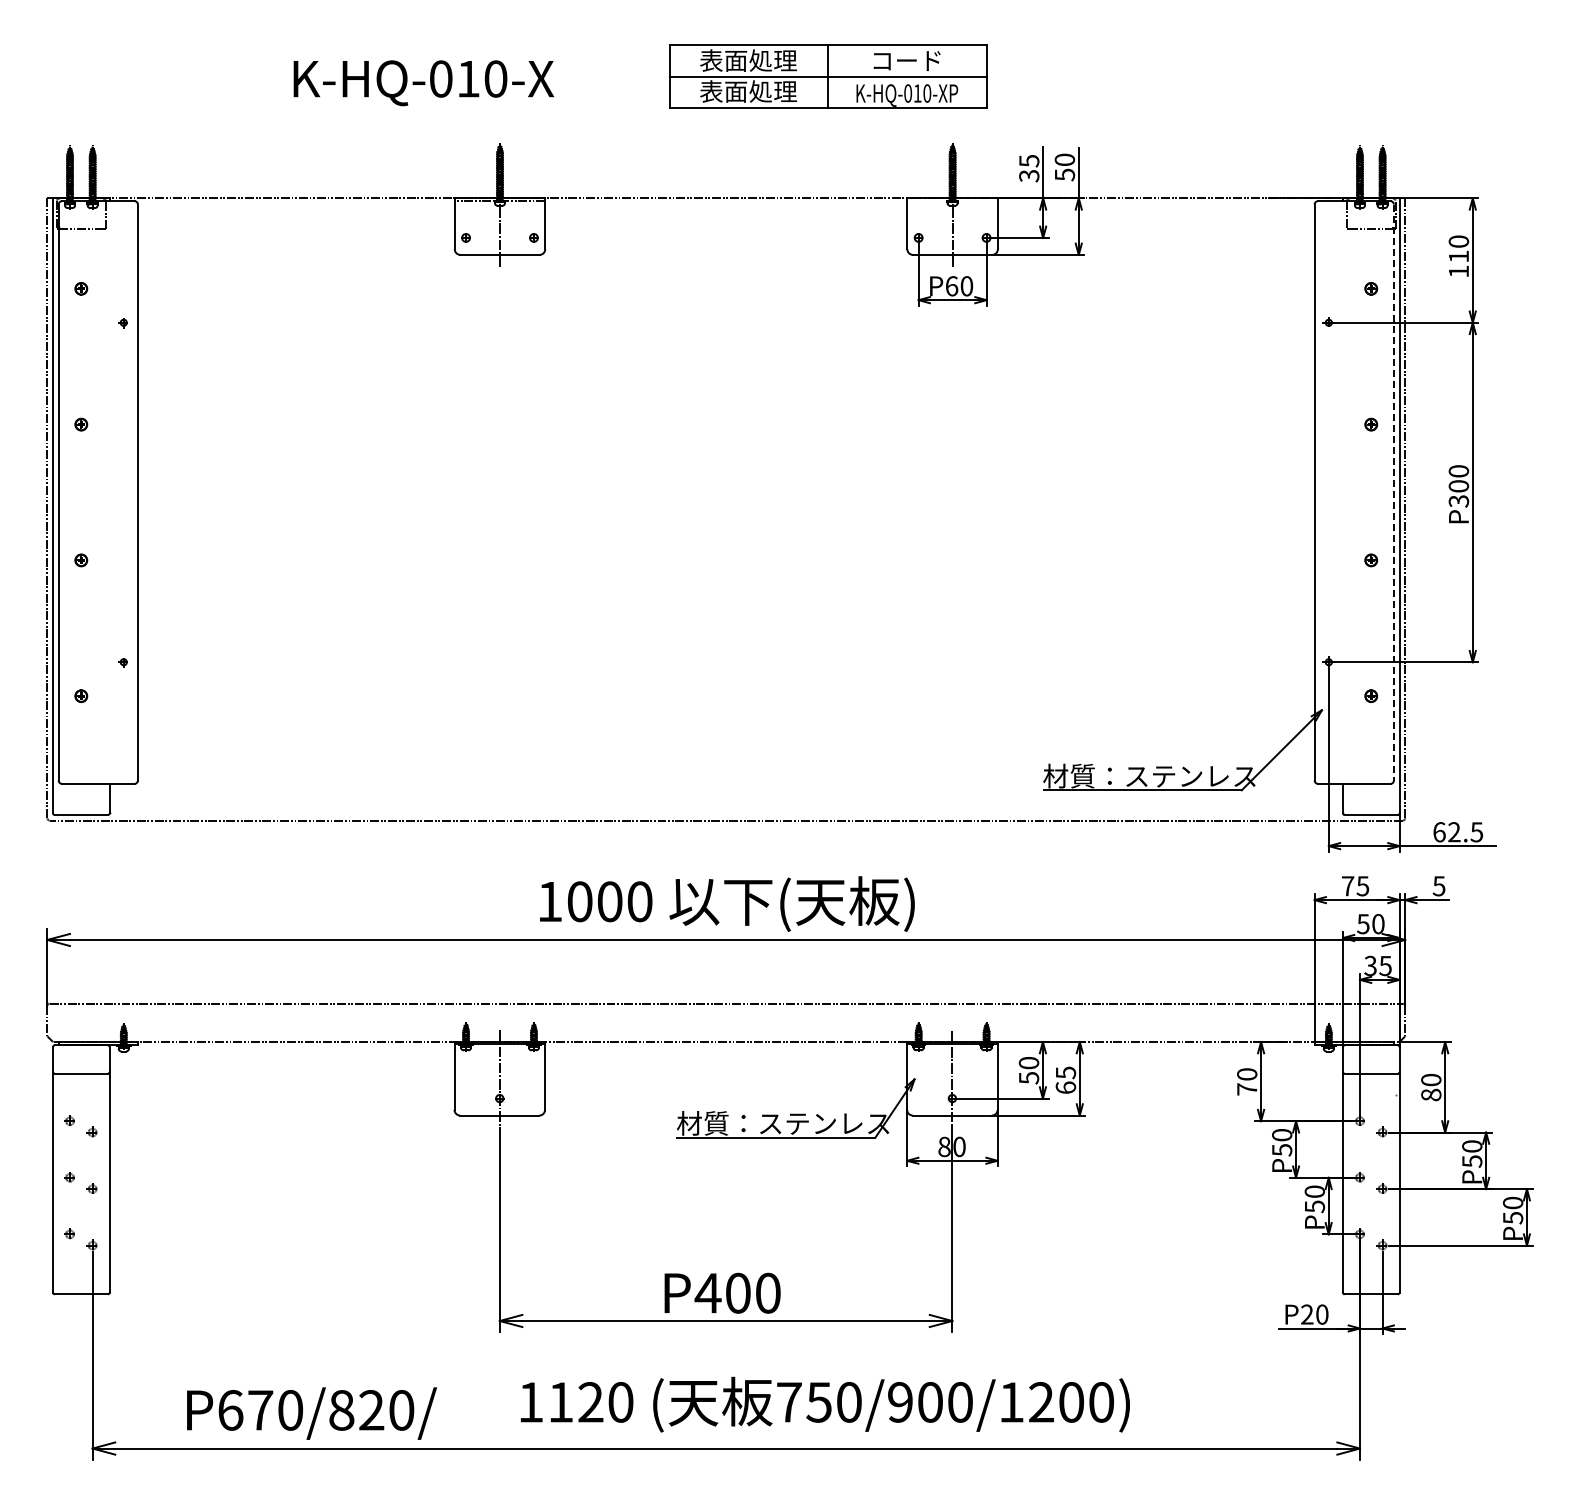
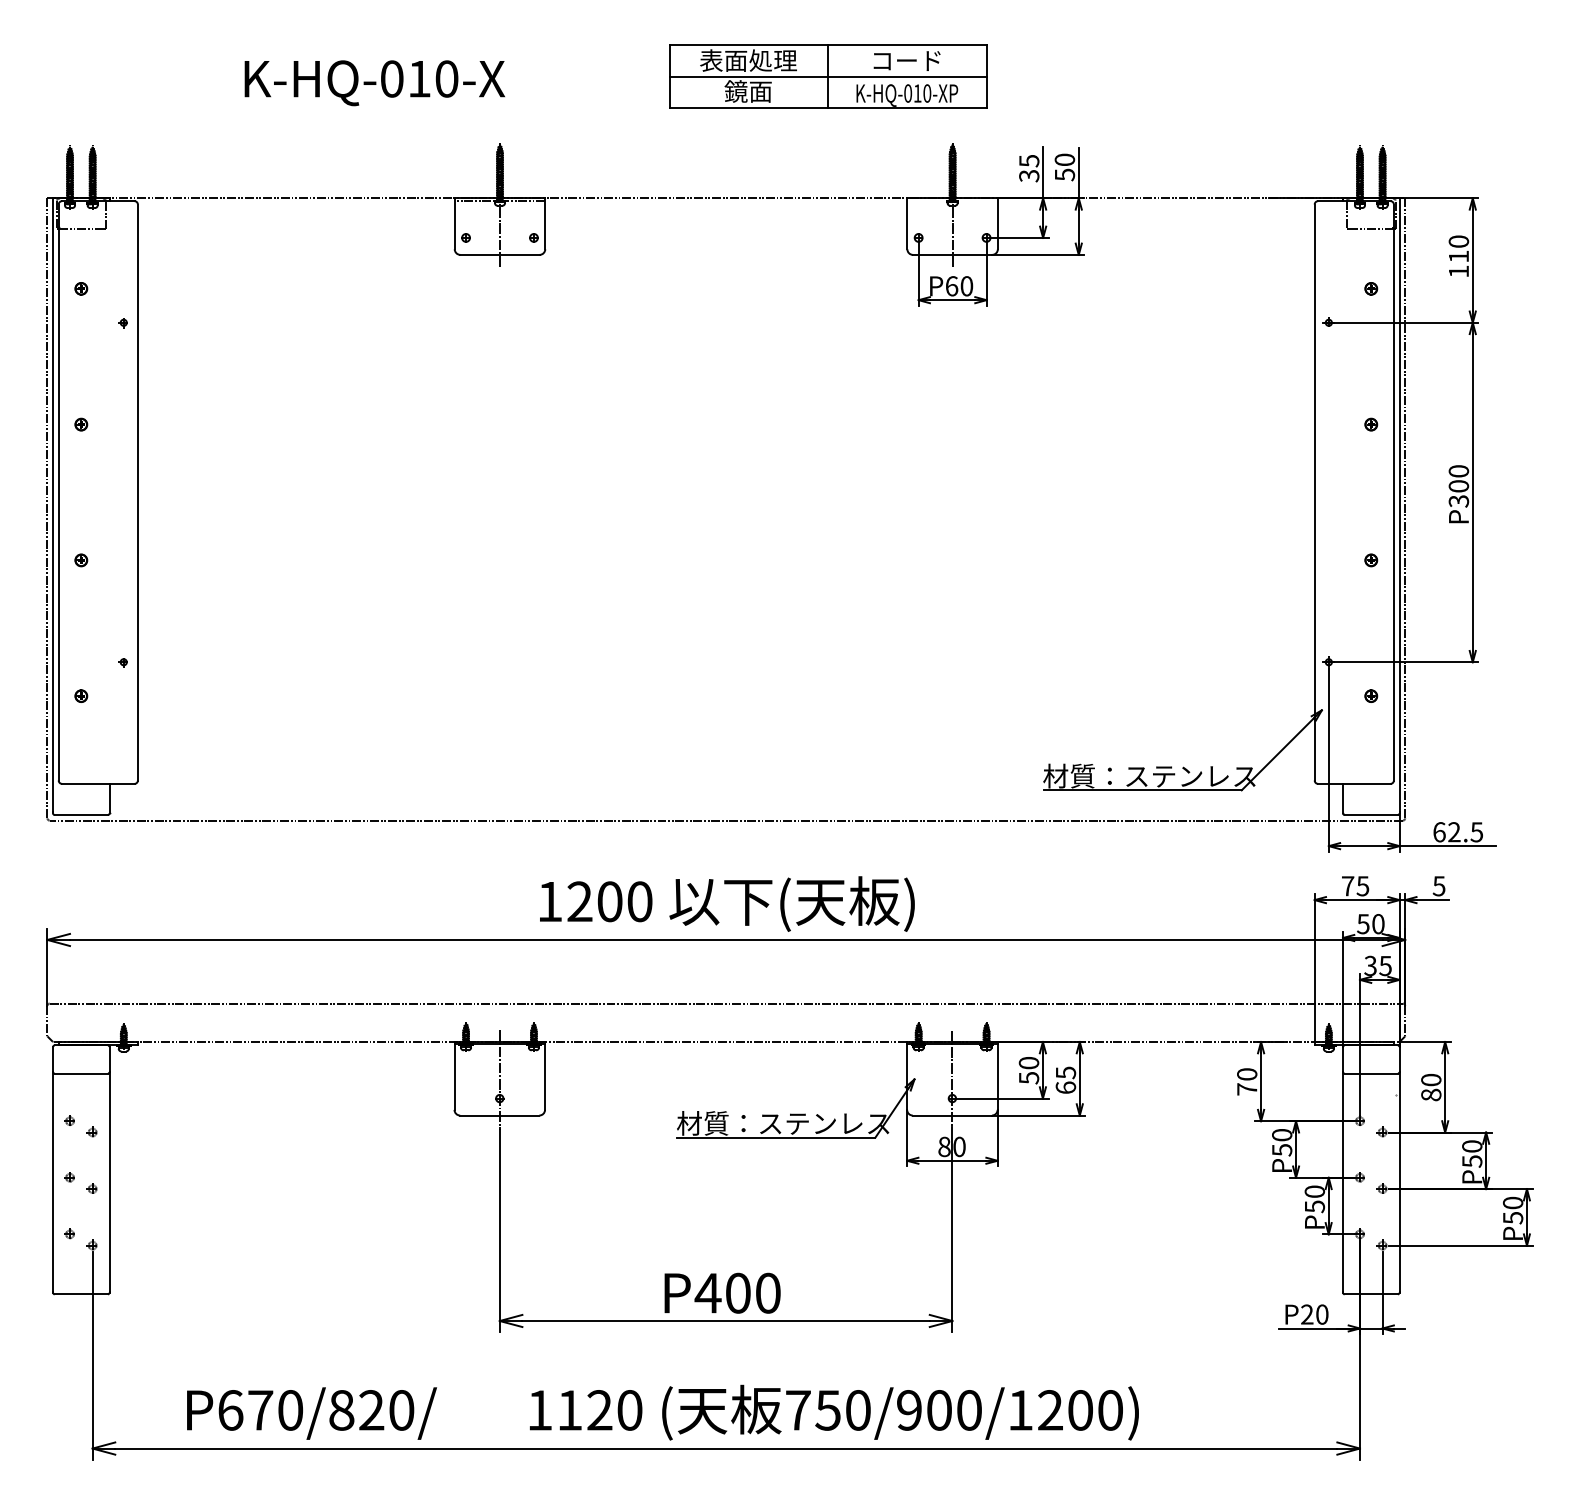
text at (423, 83) position: (423, 83) -> (374, 83)
text at (748, 91): 表面処理 -> 鏡面
line at (1393, 492): dashed -> solid
text at (579, 901): 1000 -> 1200
text at (825, 1404) position: (825, 1404) -> (834, 1412)
